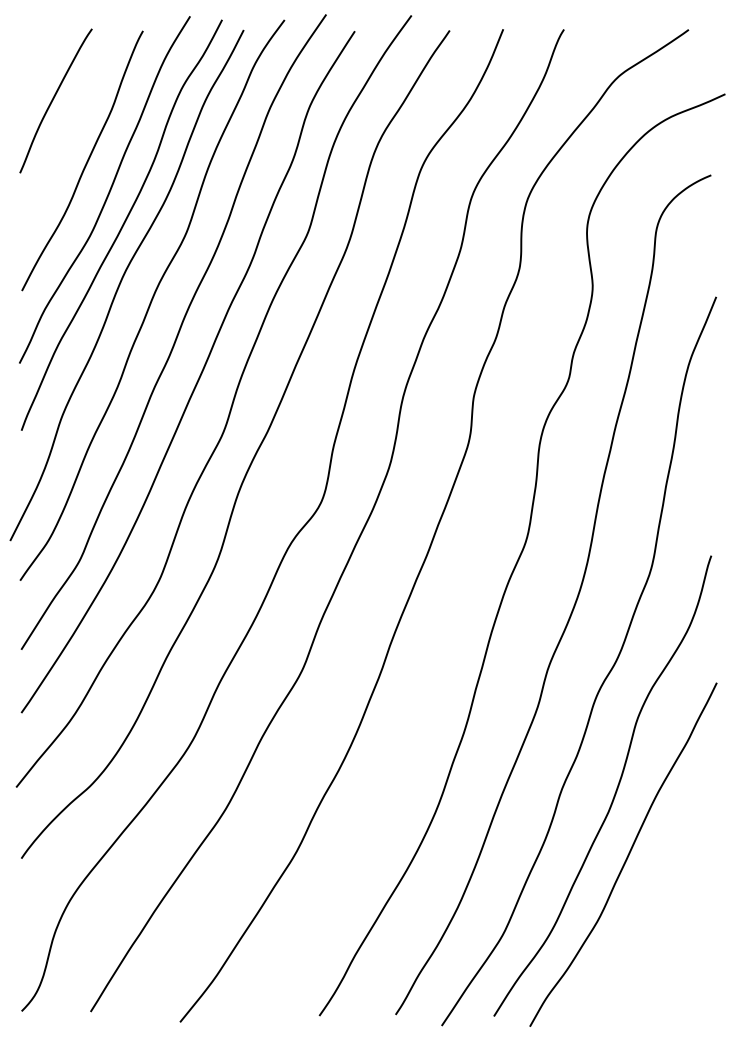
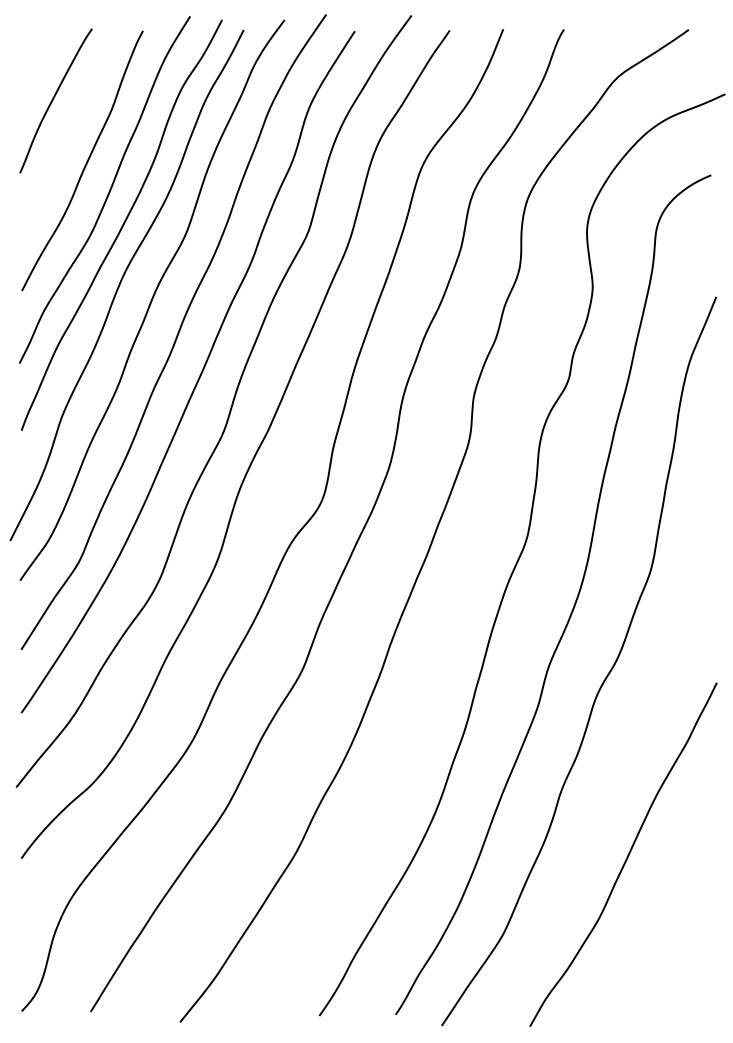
curve at (615, 790): present -> none
